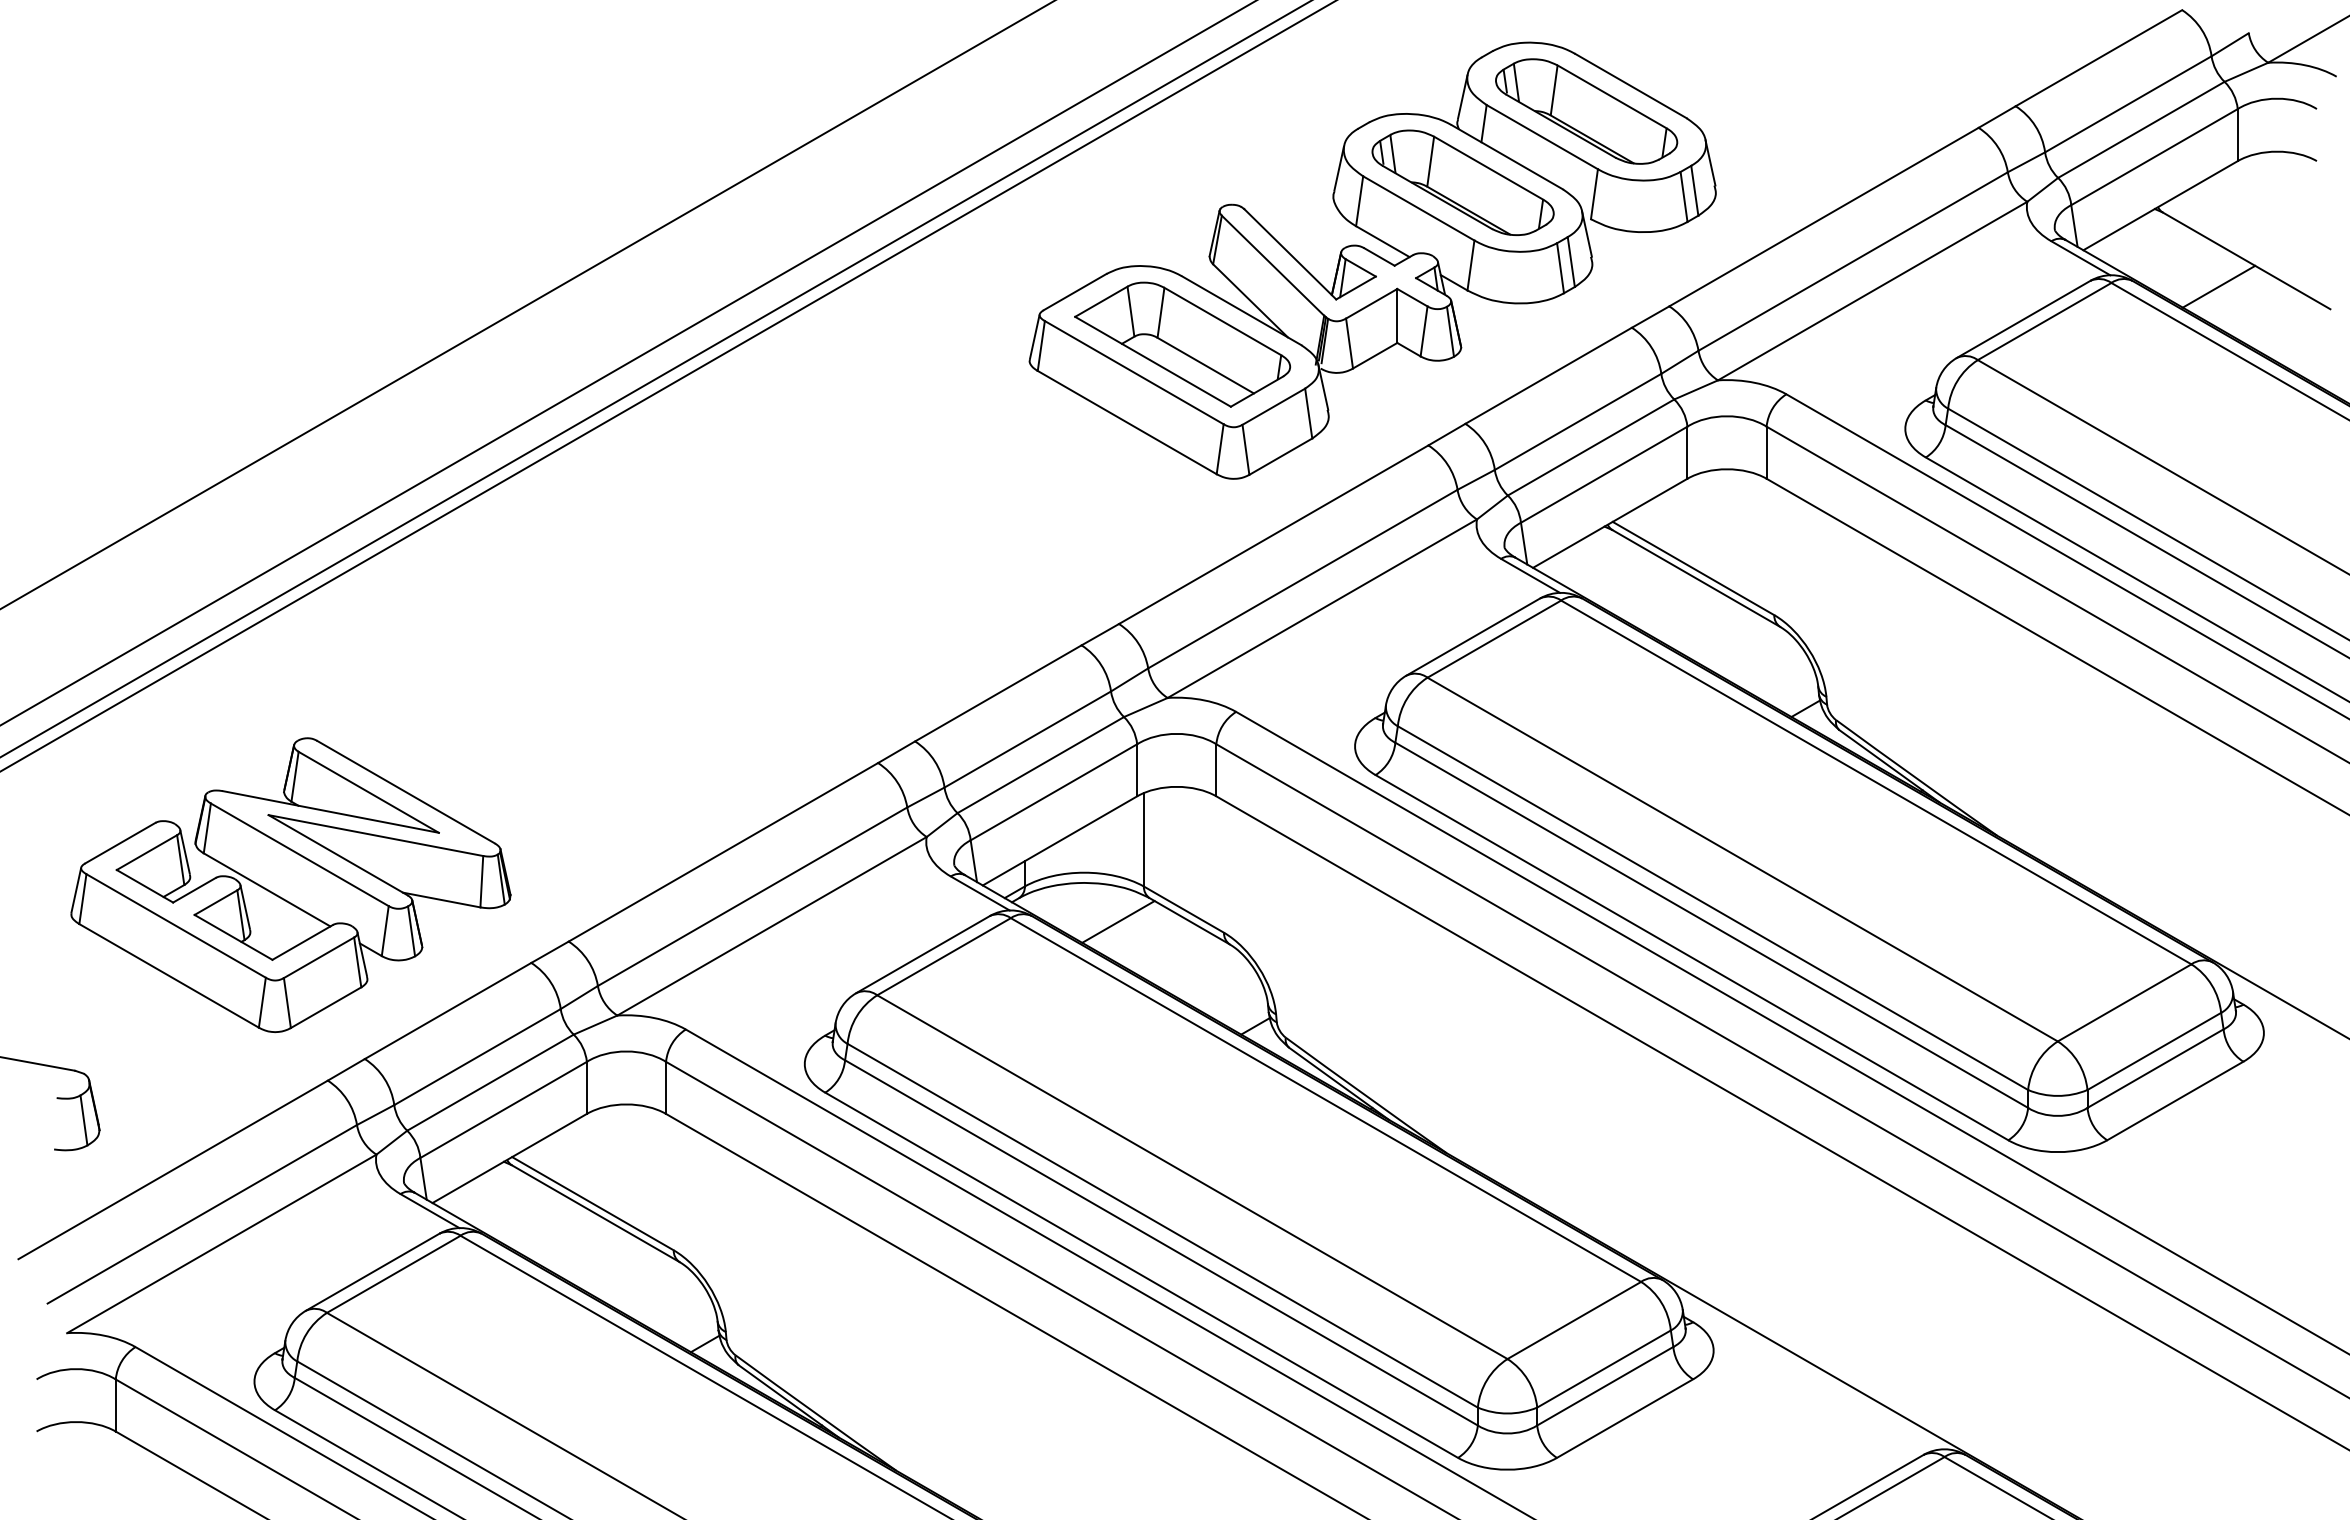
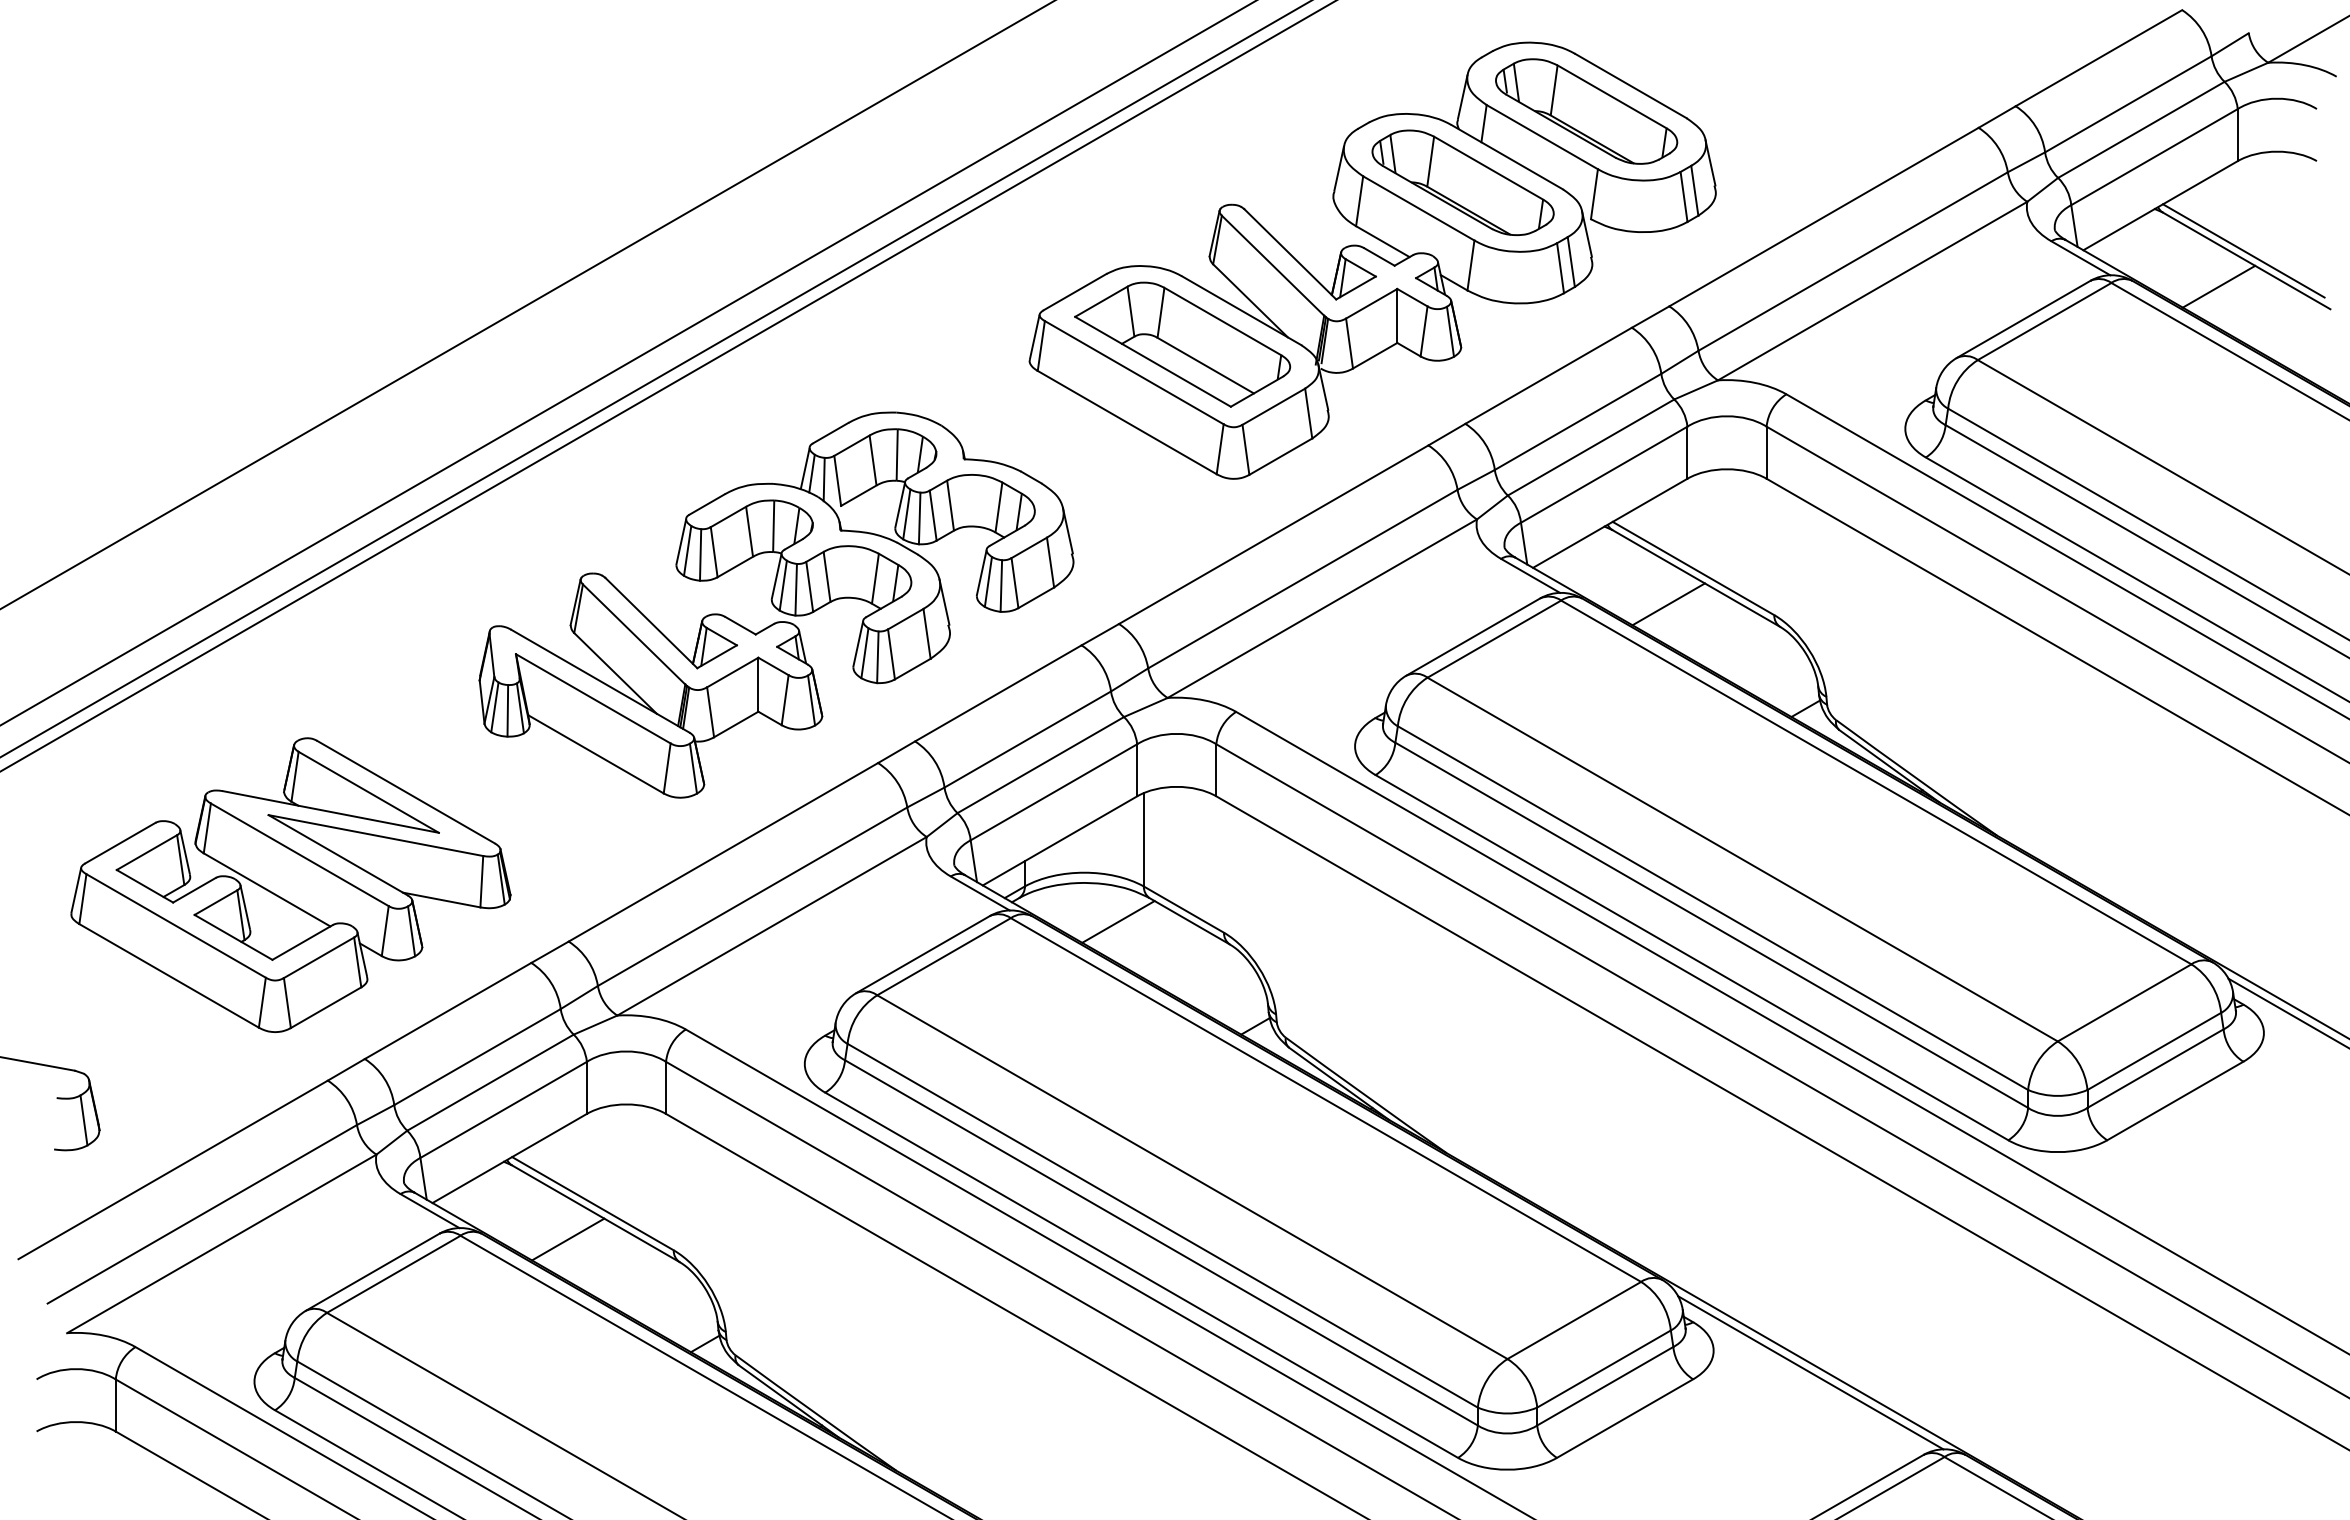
line at (2243, 250): none -> present
part at (776, 604): none -> present
line at (1668, 604): none -> present
line at (2287, 1012): none -> present
line at (567, 1239): none -> present
line at (1810, 1372): none -> present
